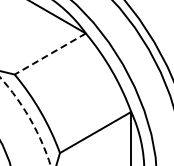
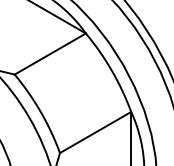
line at (49, 54): dashed -> solid
arc at (29, 118): dashed -> solid
